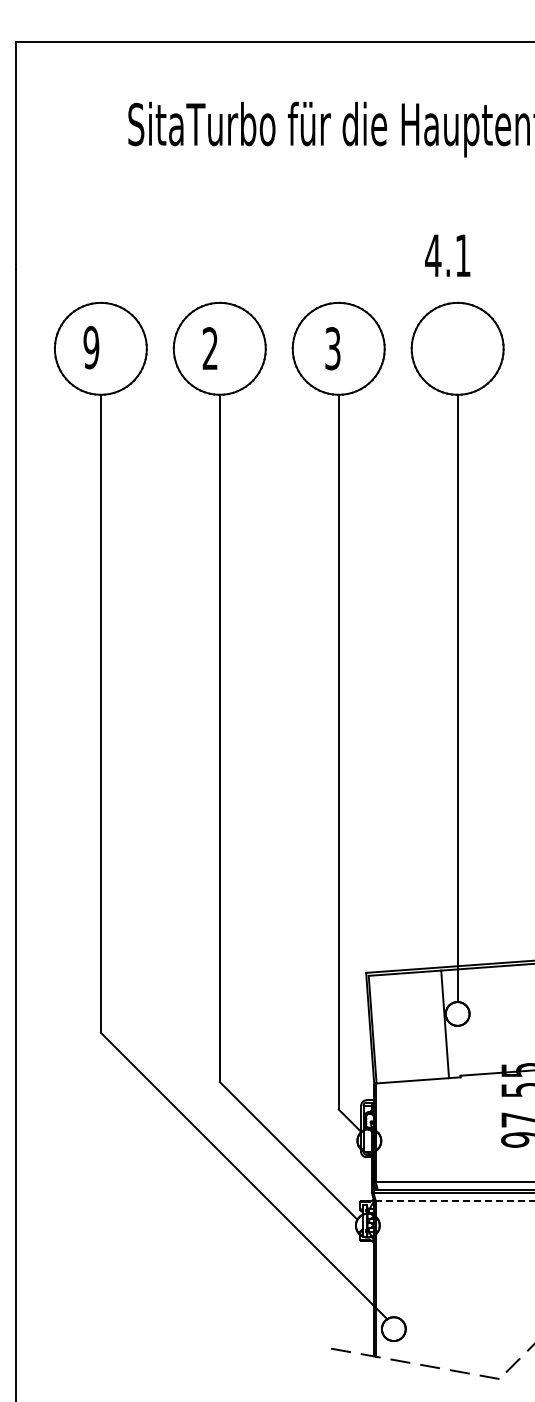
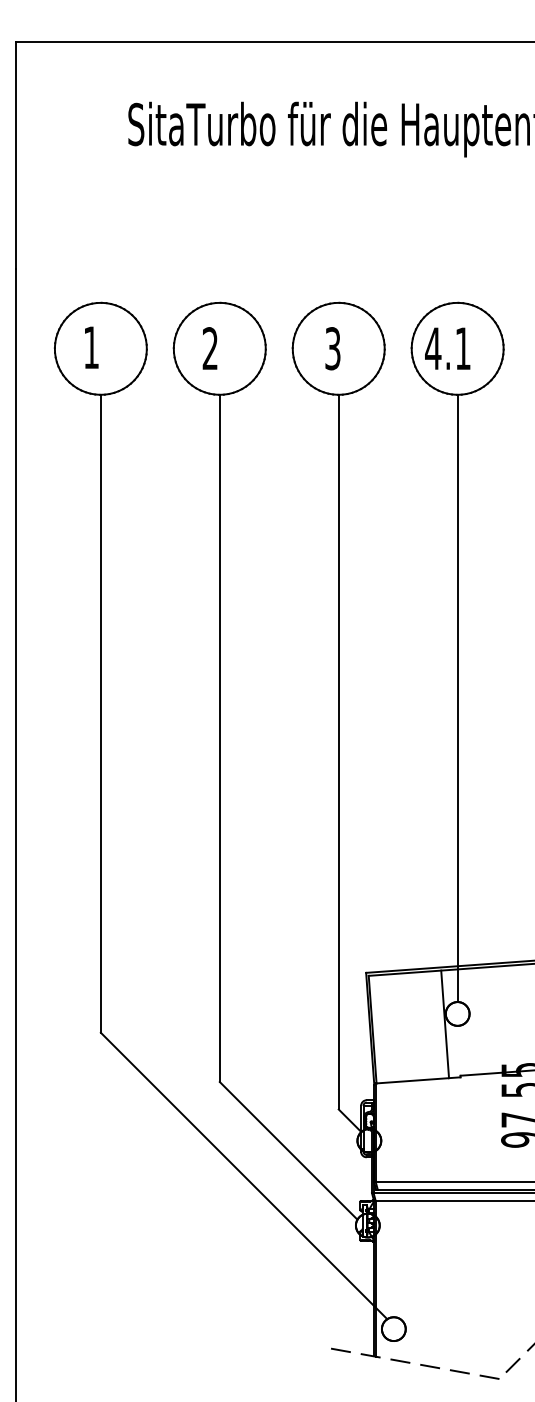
text at (447, 255) position: (447, 255) -> (447, 348)
text at (91, 347): 9 -> 1
line at (455, 1200): dashed -> solid
